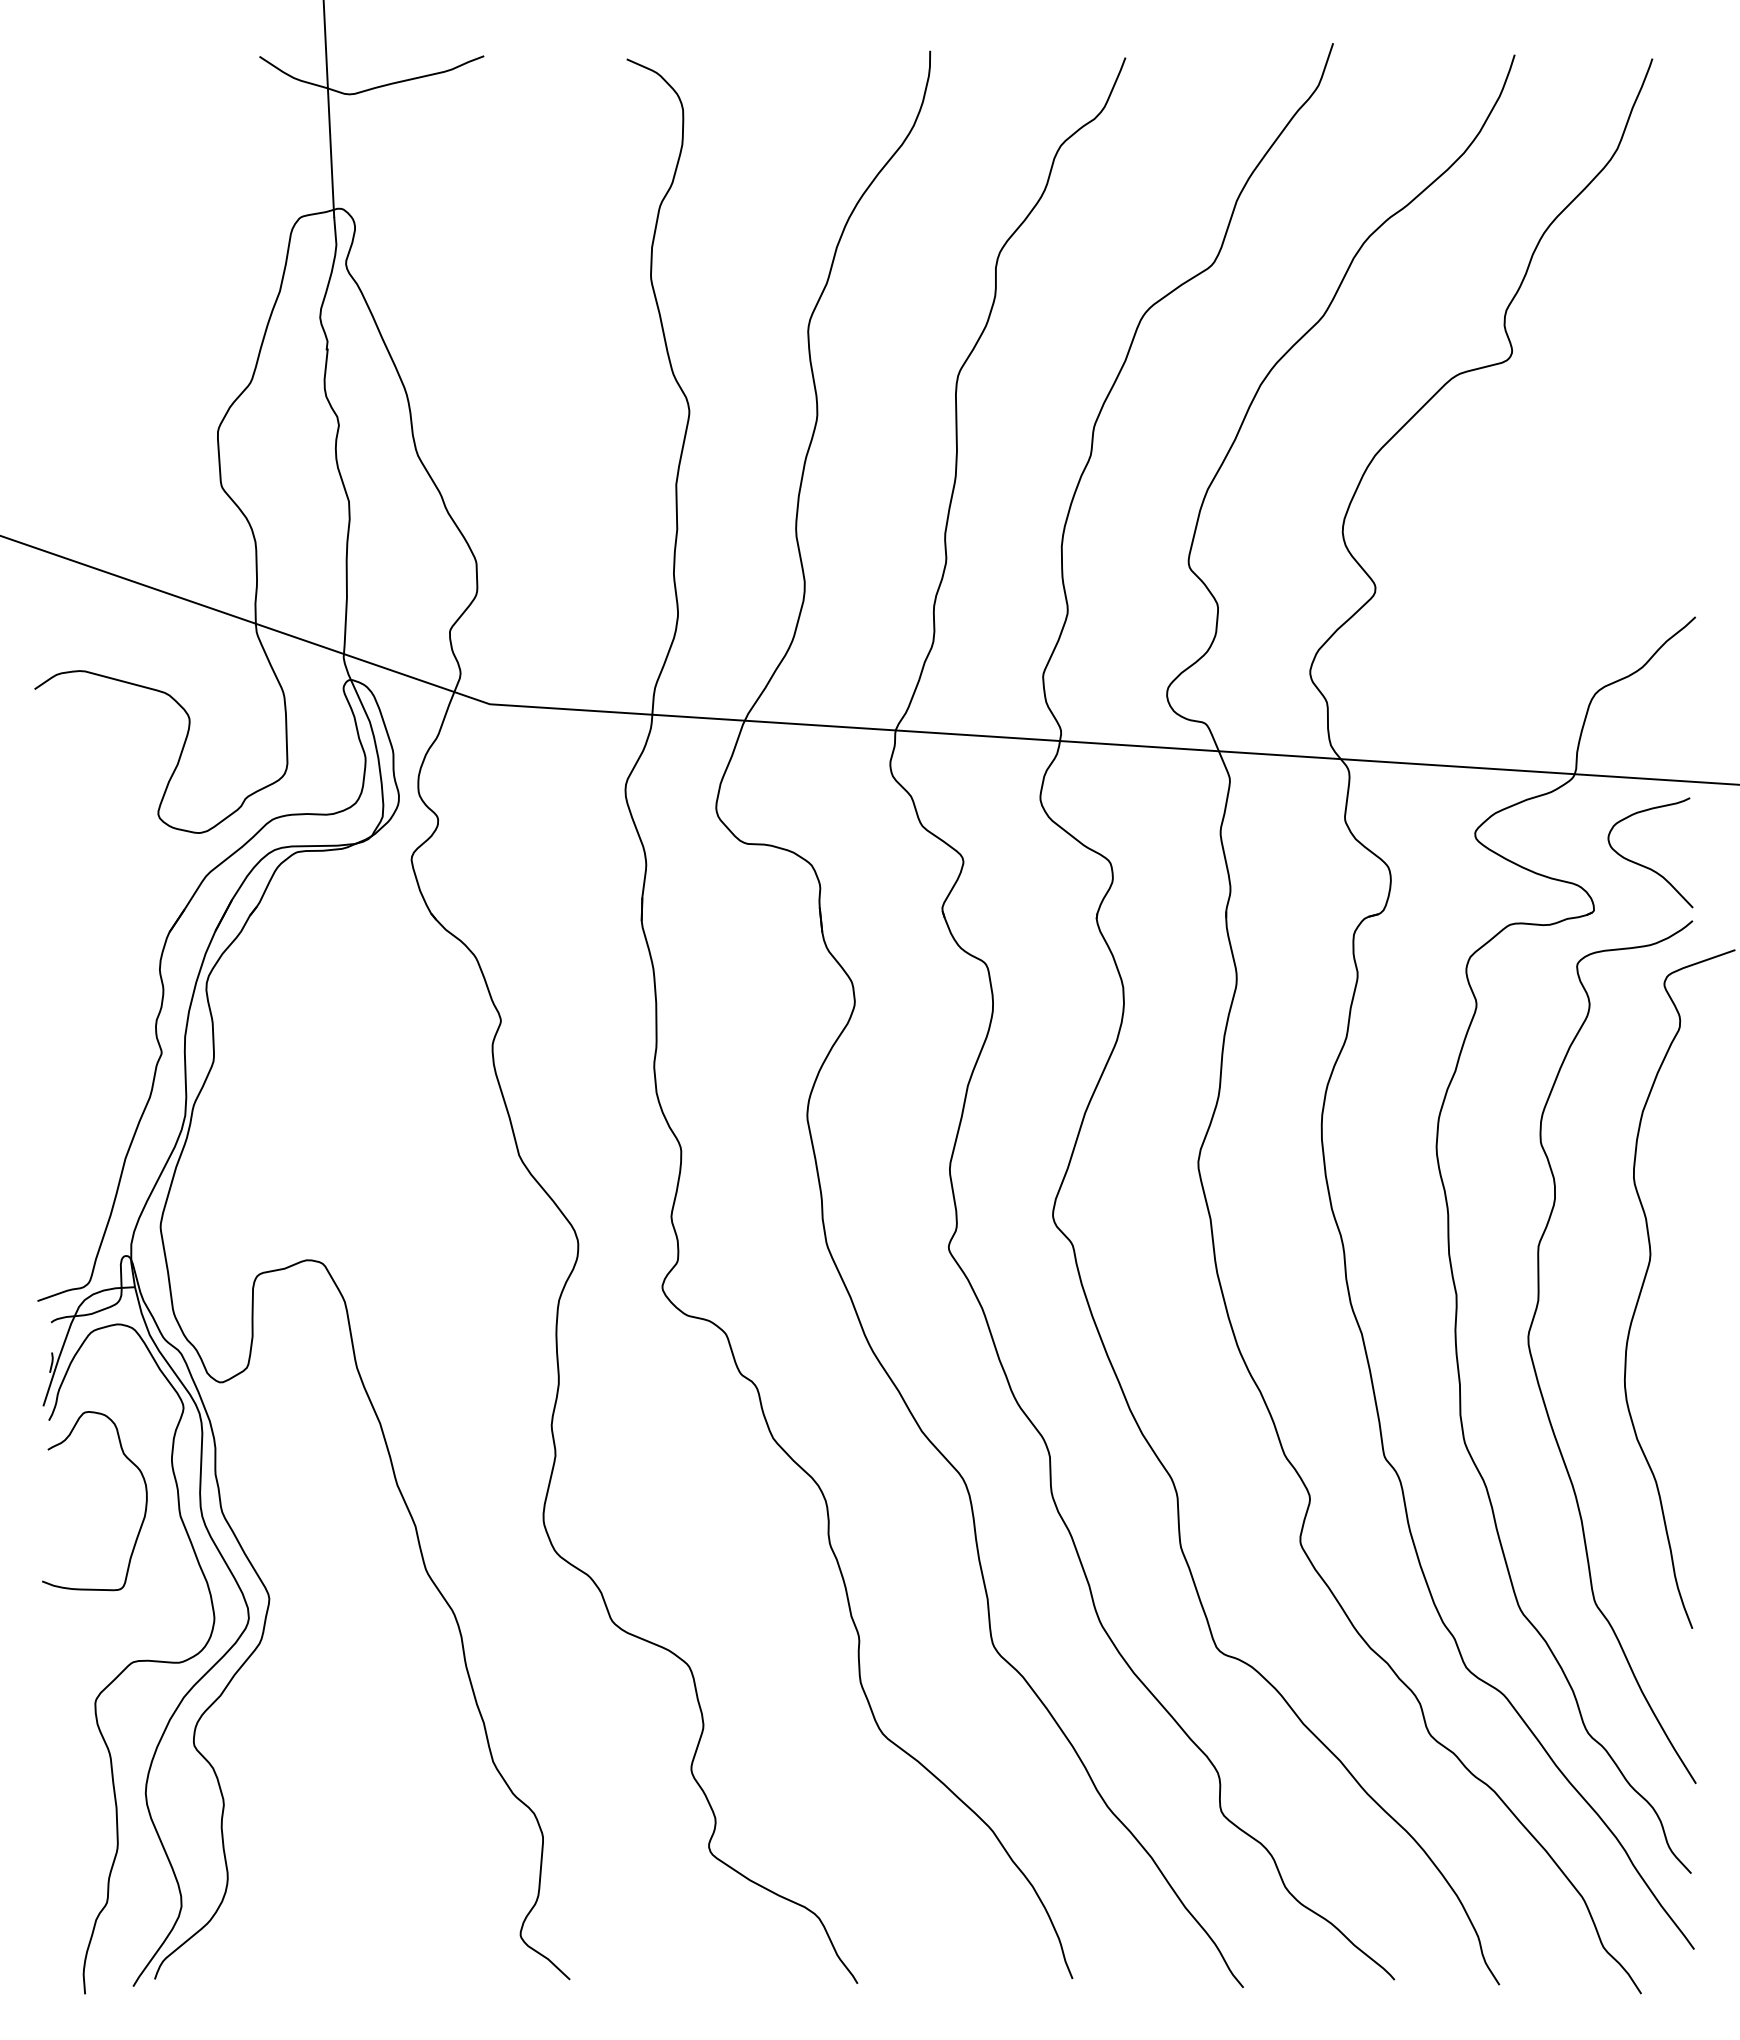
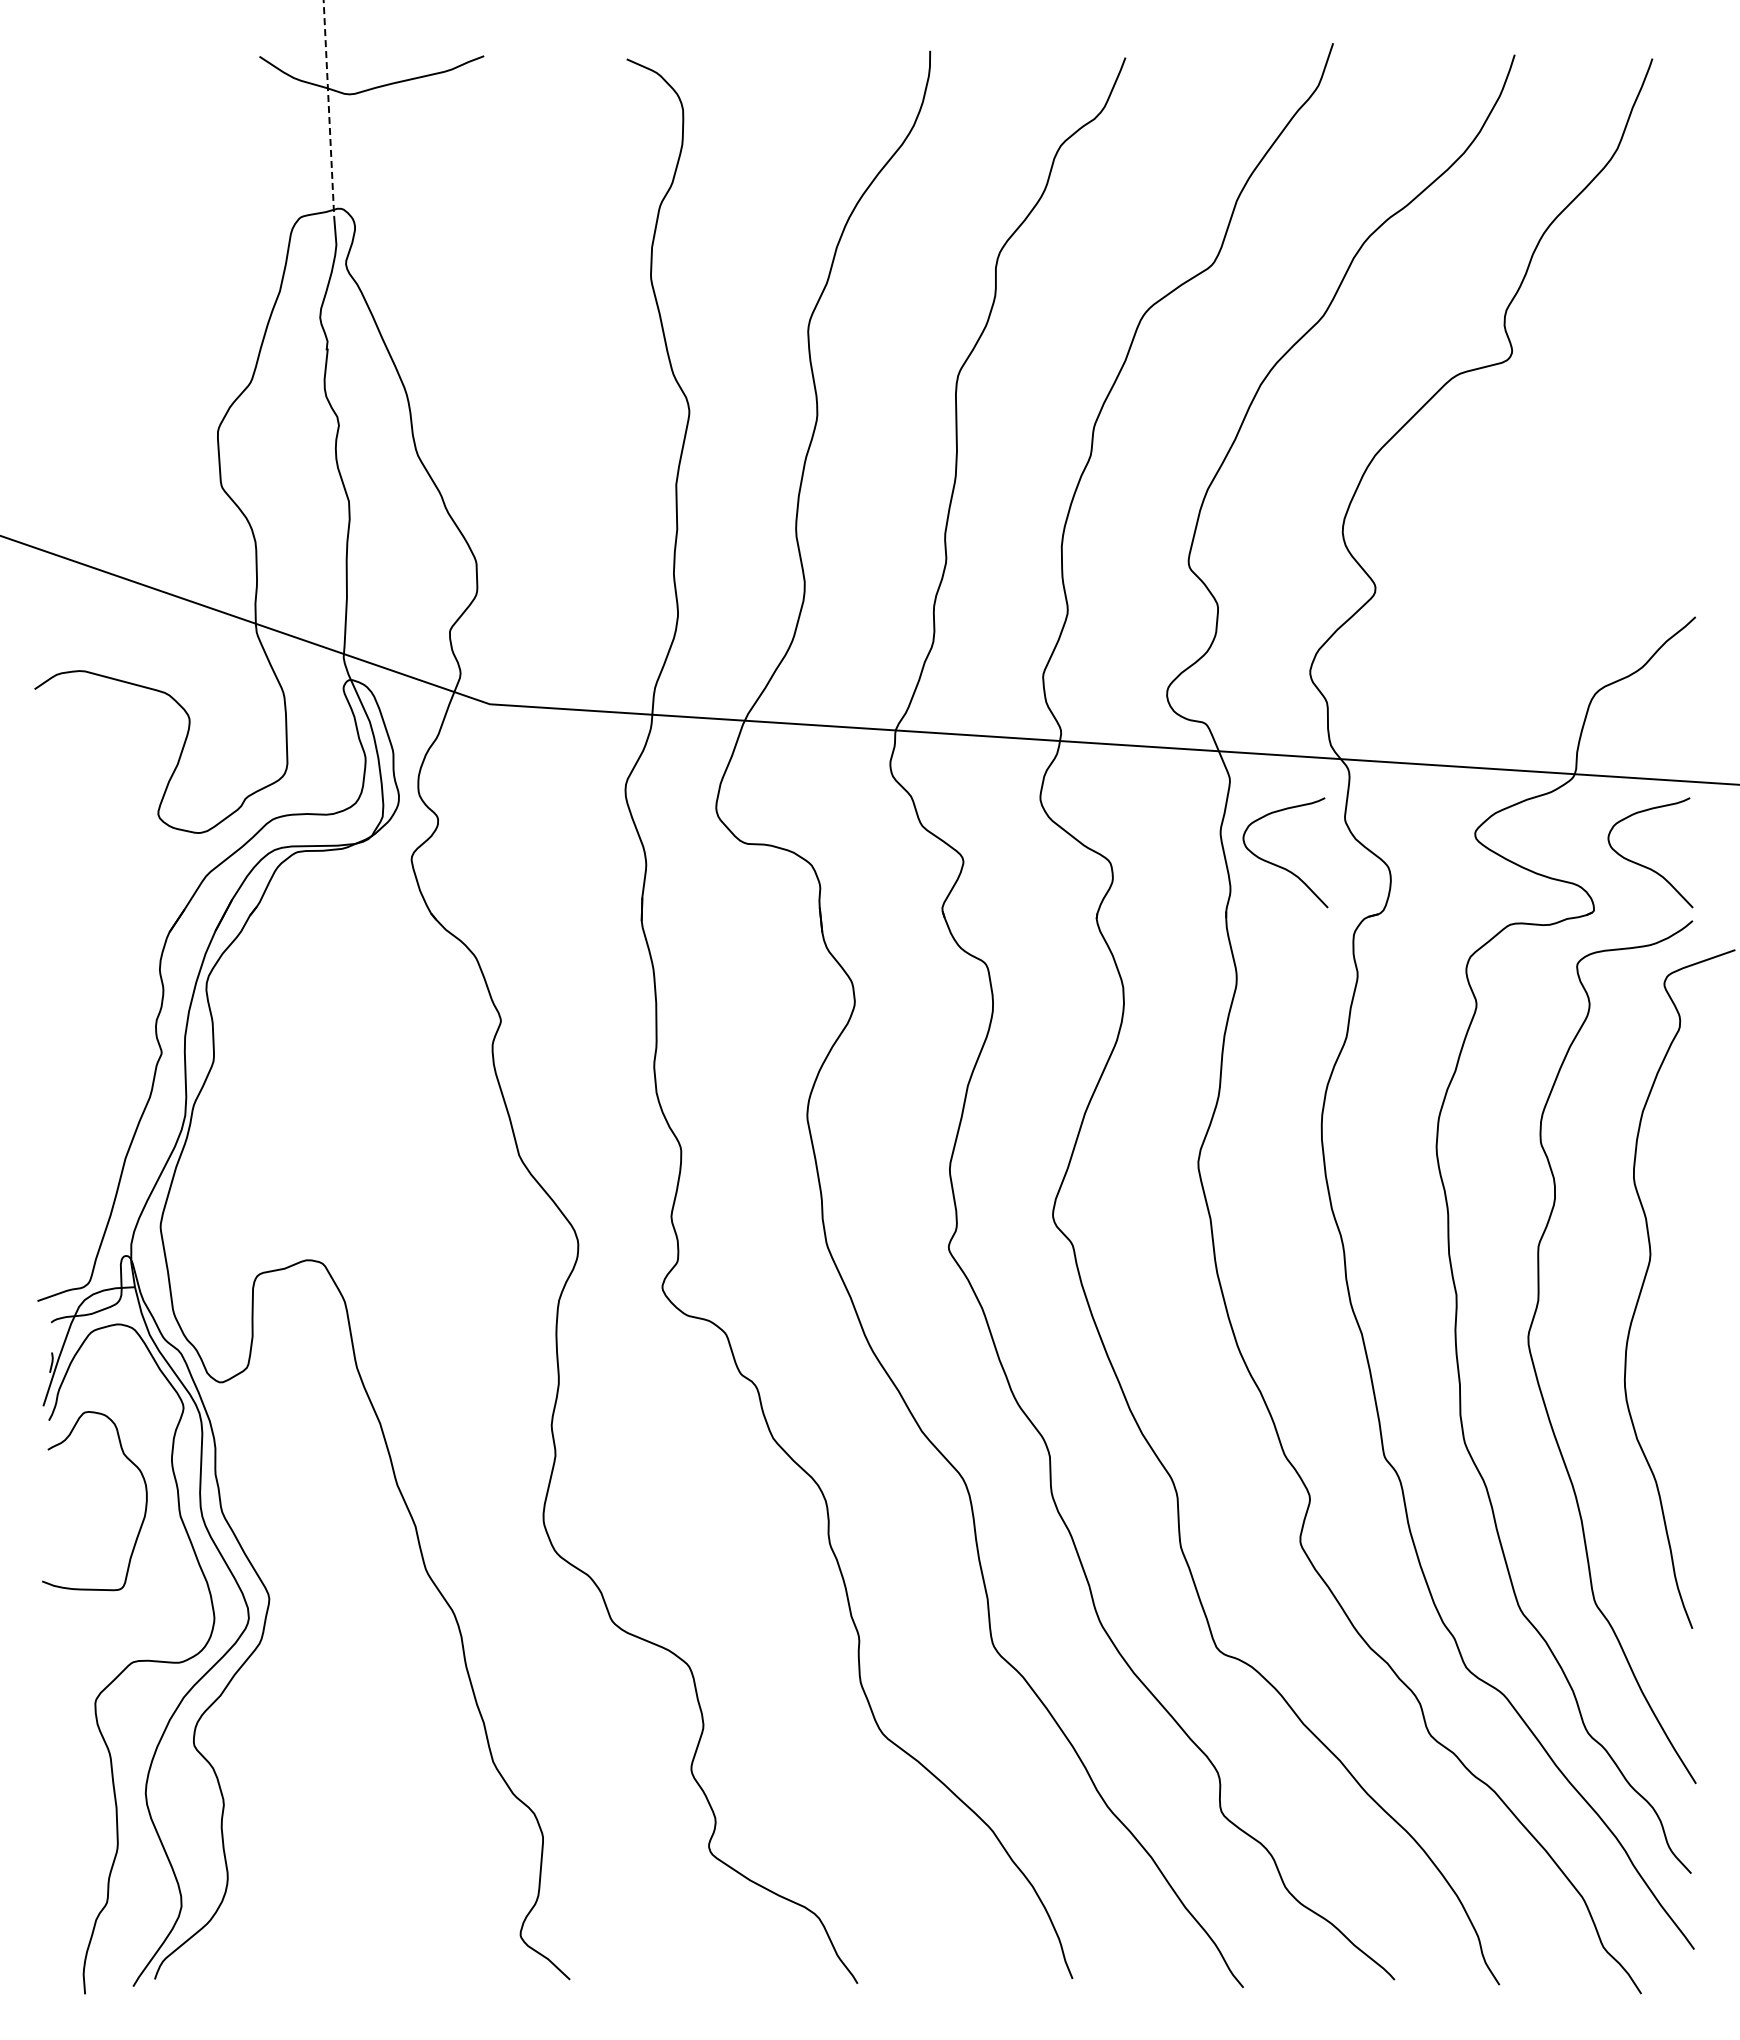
line at (328, 109): solid -> dashed
curve at (1279, 865): none -> present
